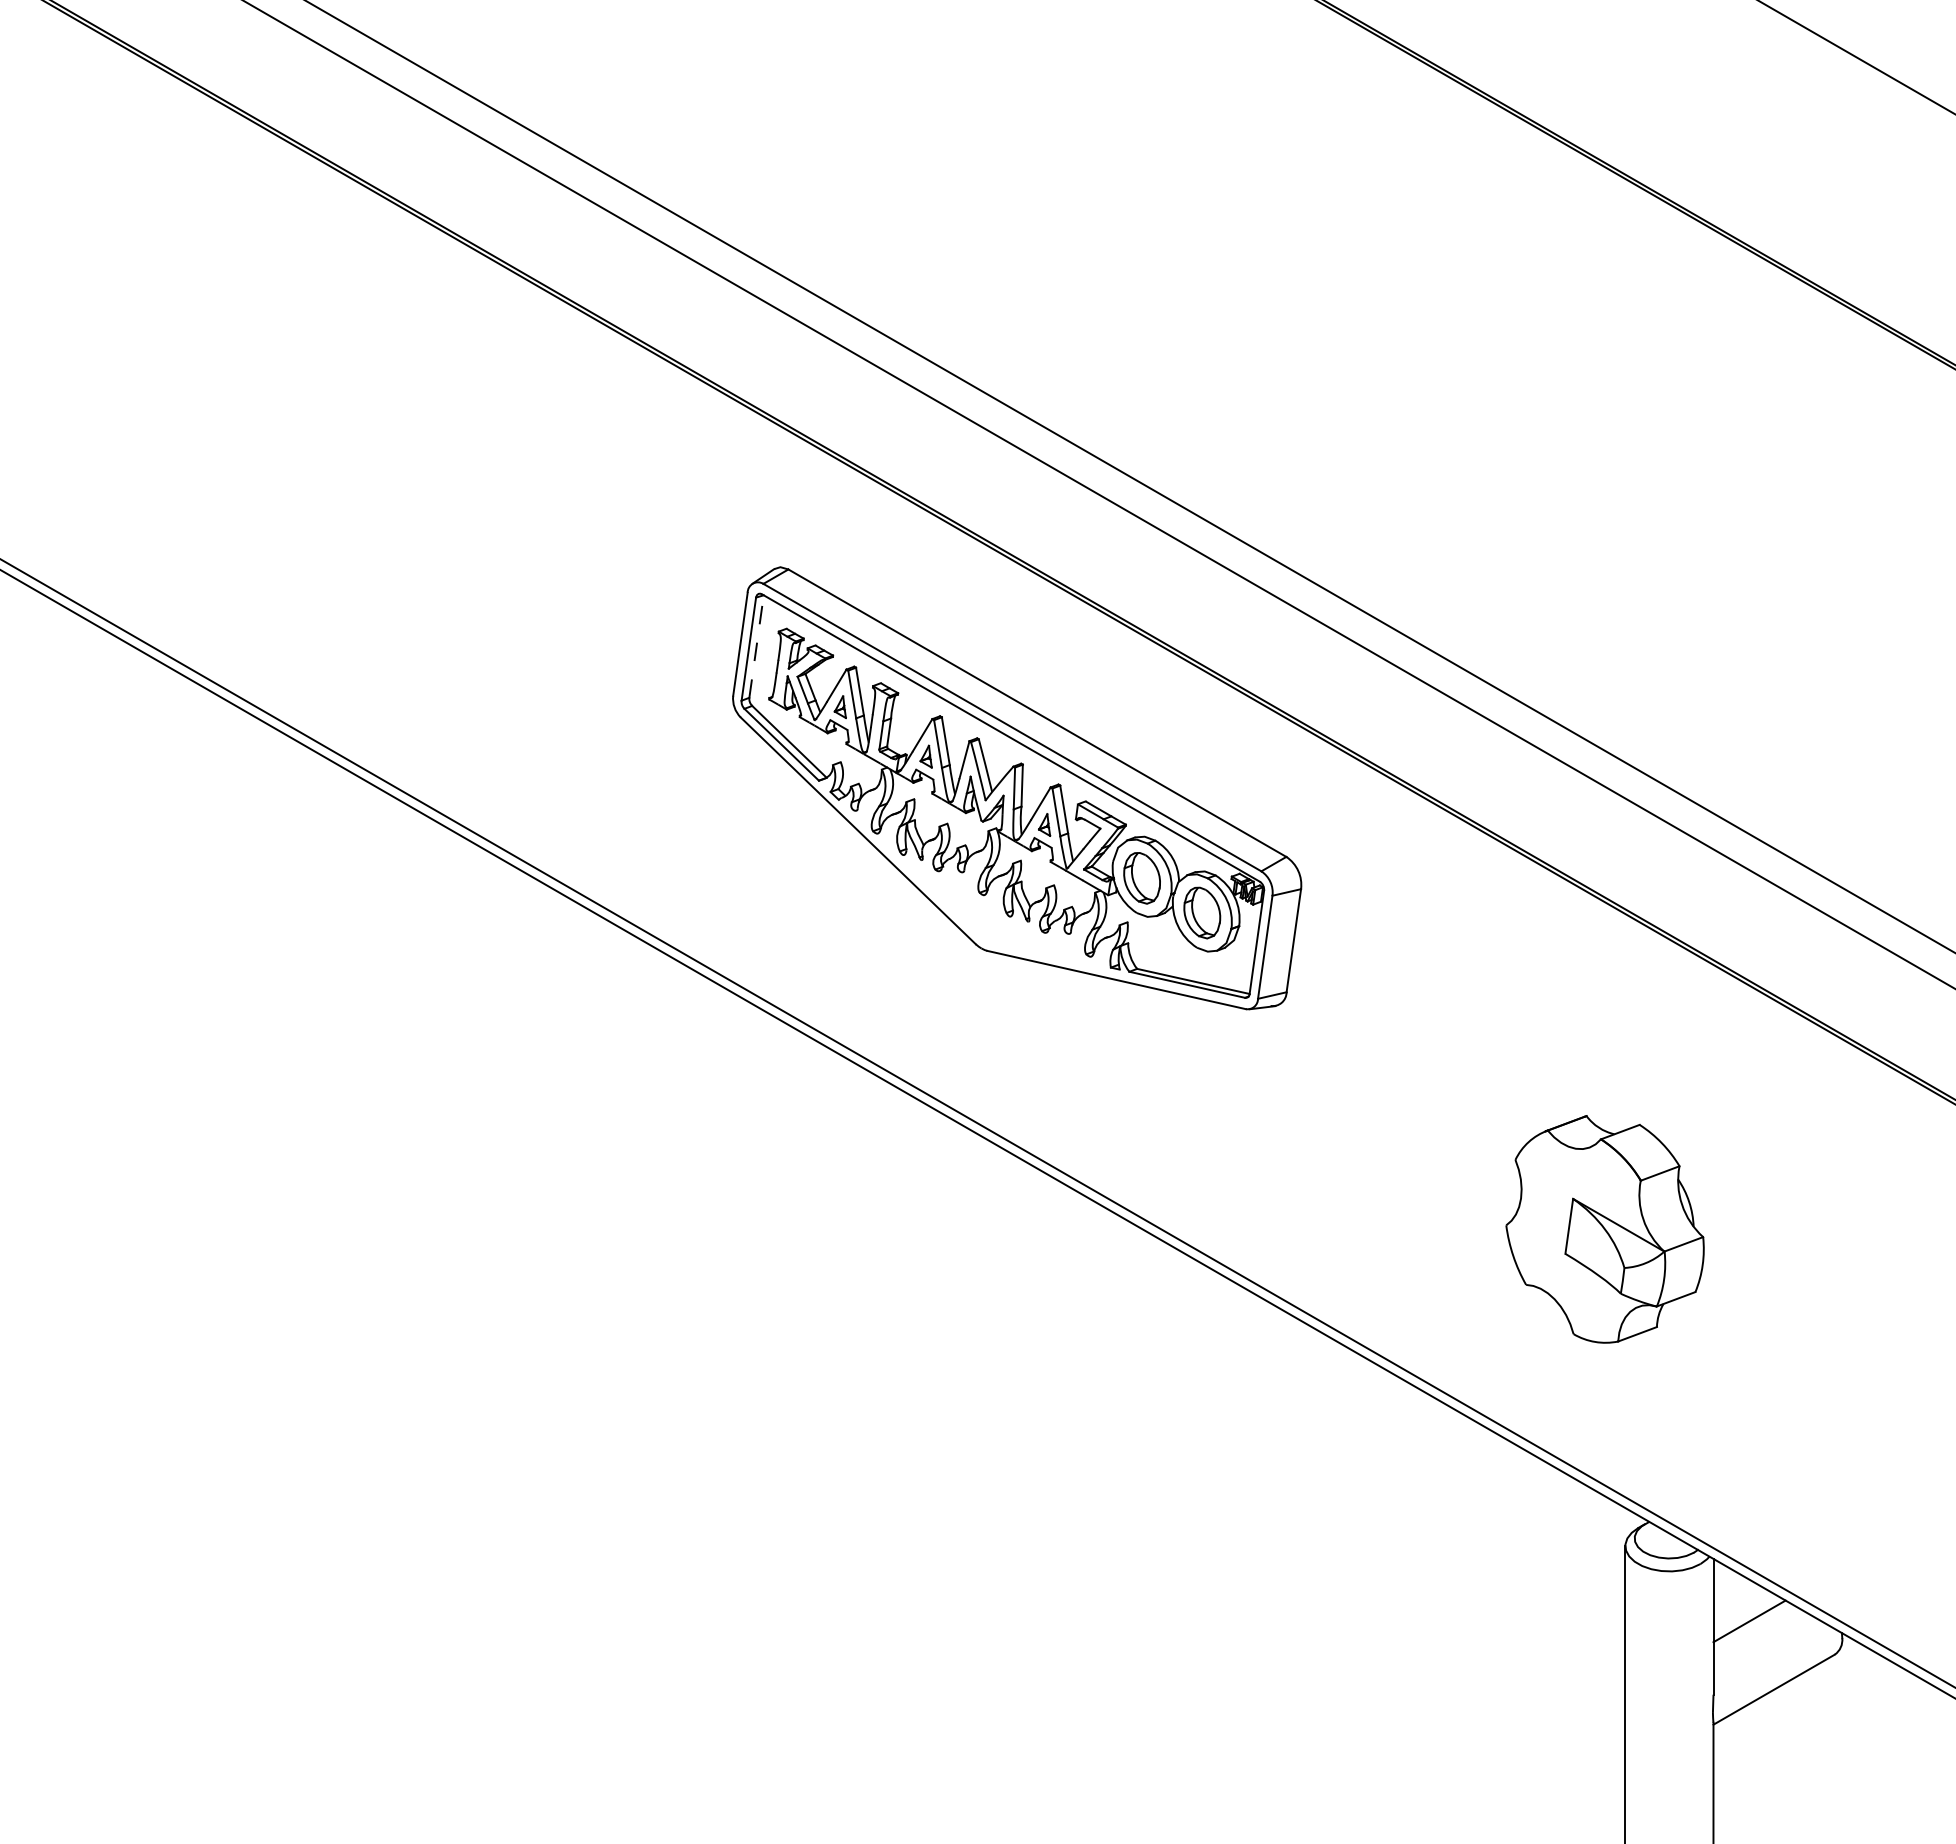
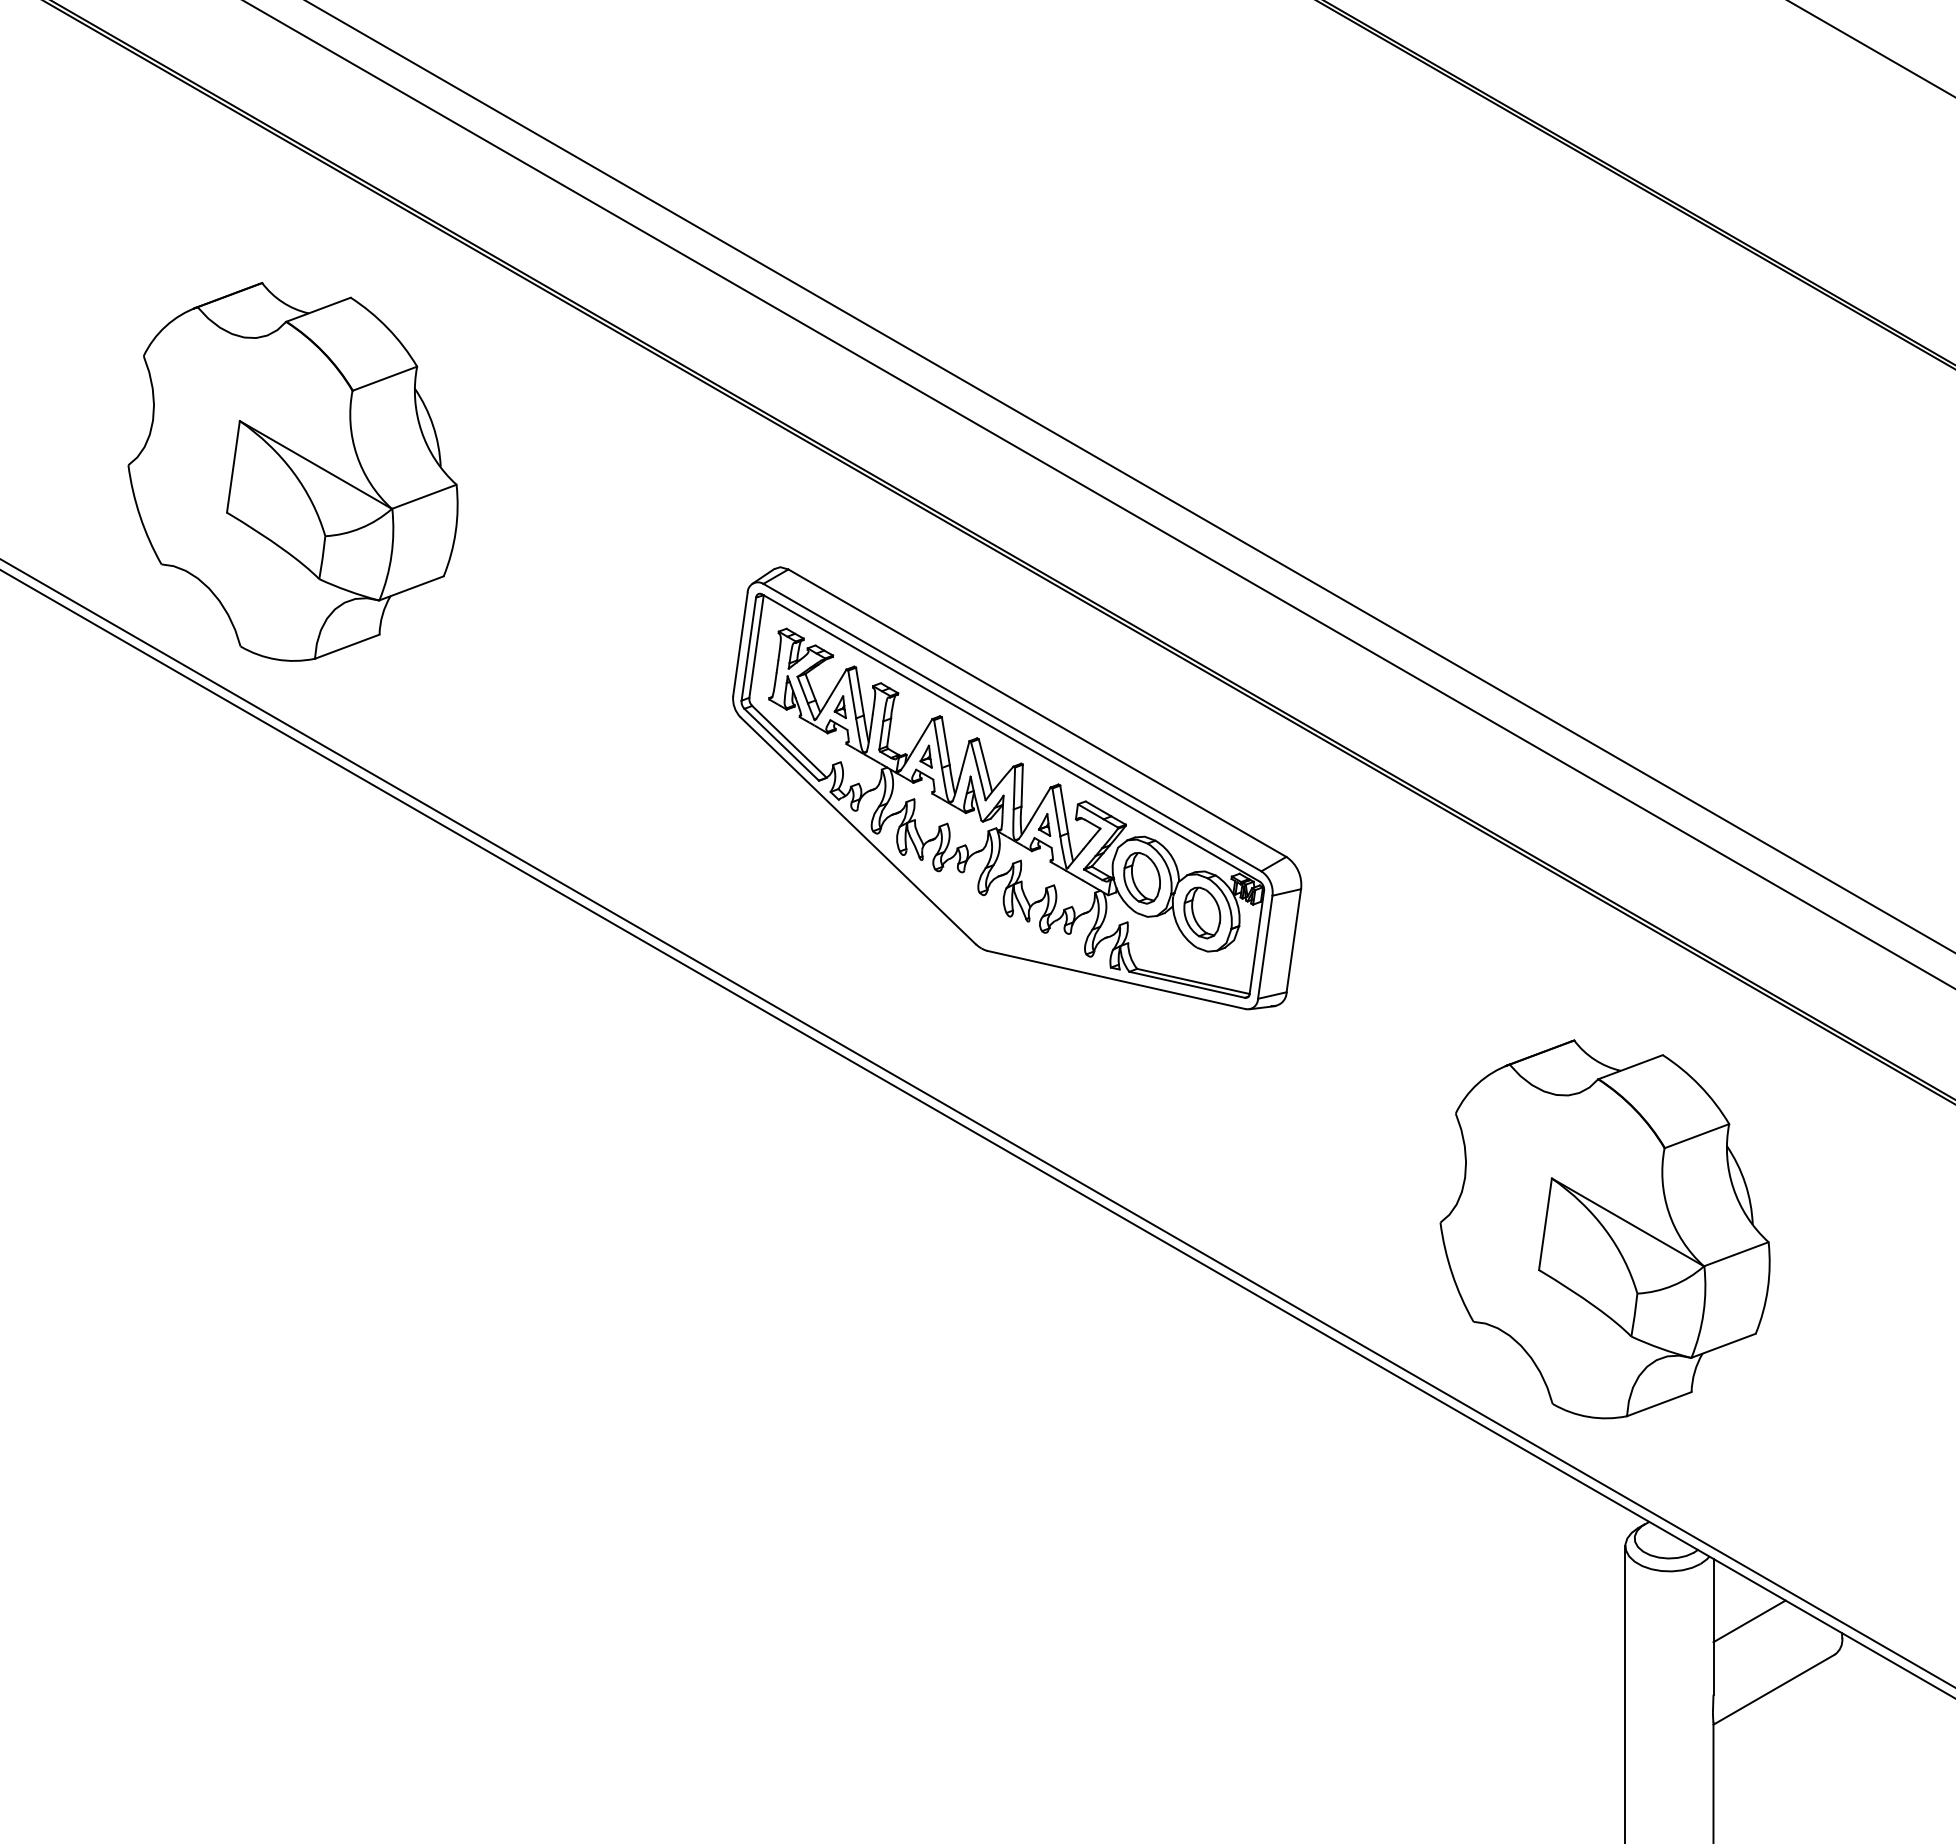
line at (1856, 57) position: (1856, 57) -> (1871, 48)
part at (292, 471): none -> present
line at (756, 646): dashed -> solid
part at (1604, 1229) size: 200x229 px -> 332x381 px
